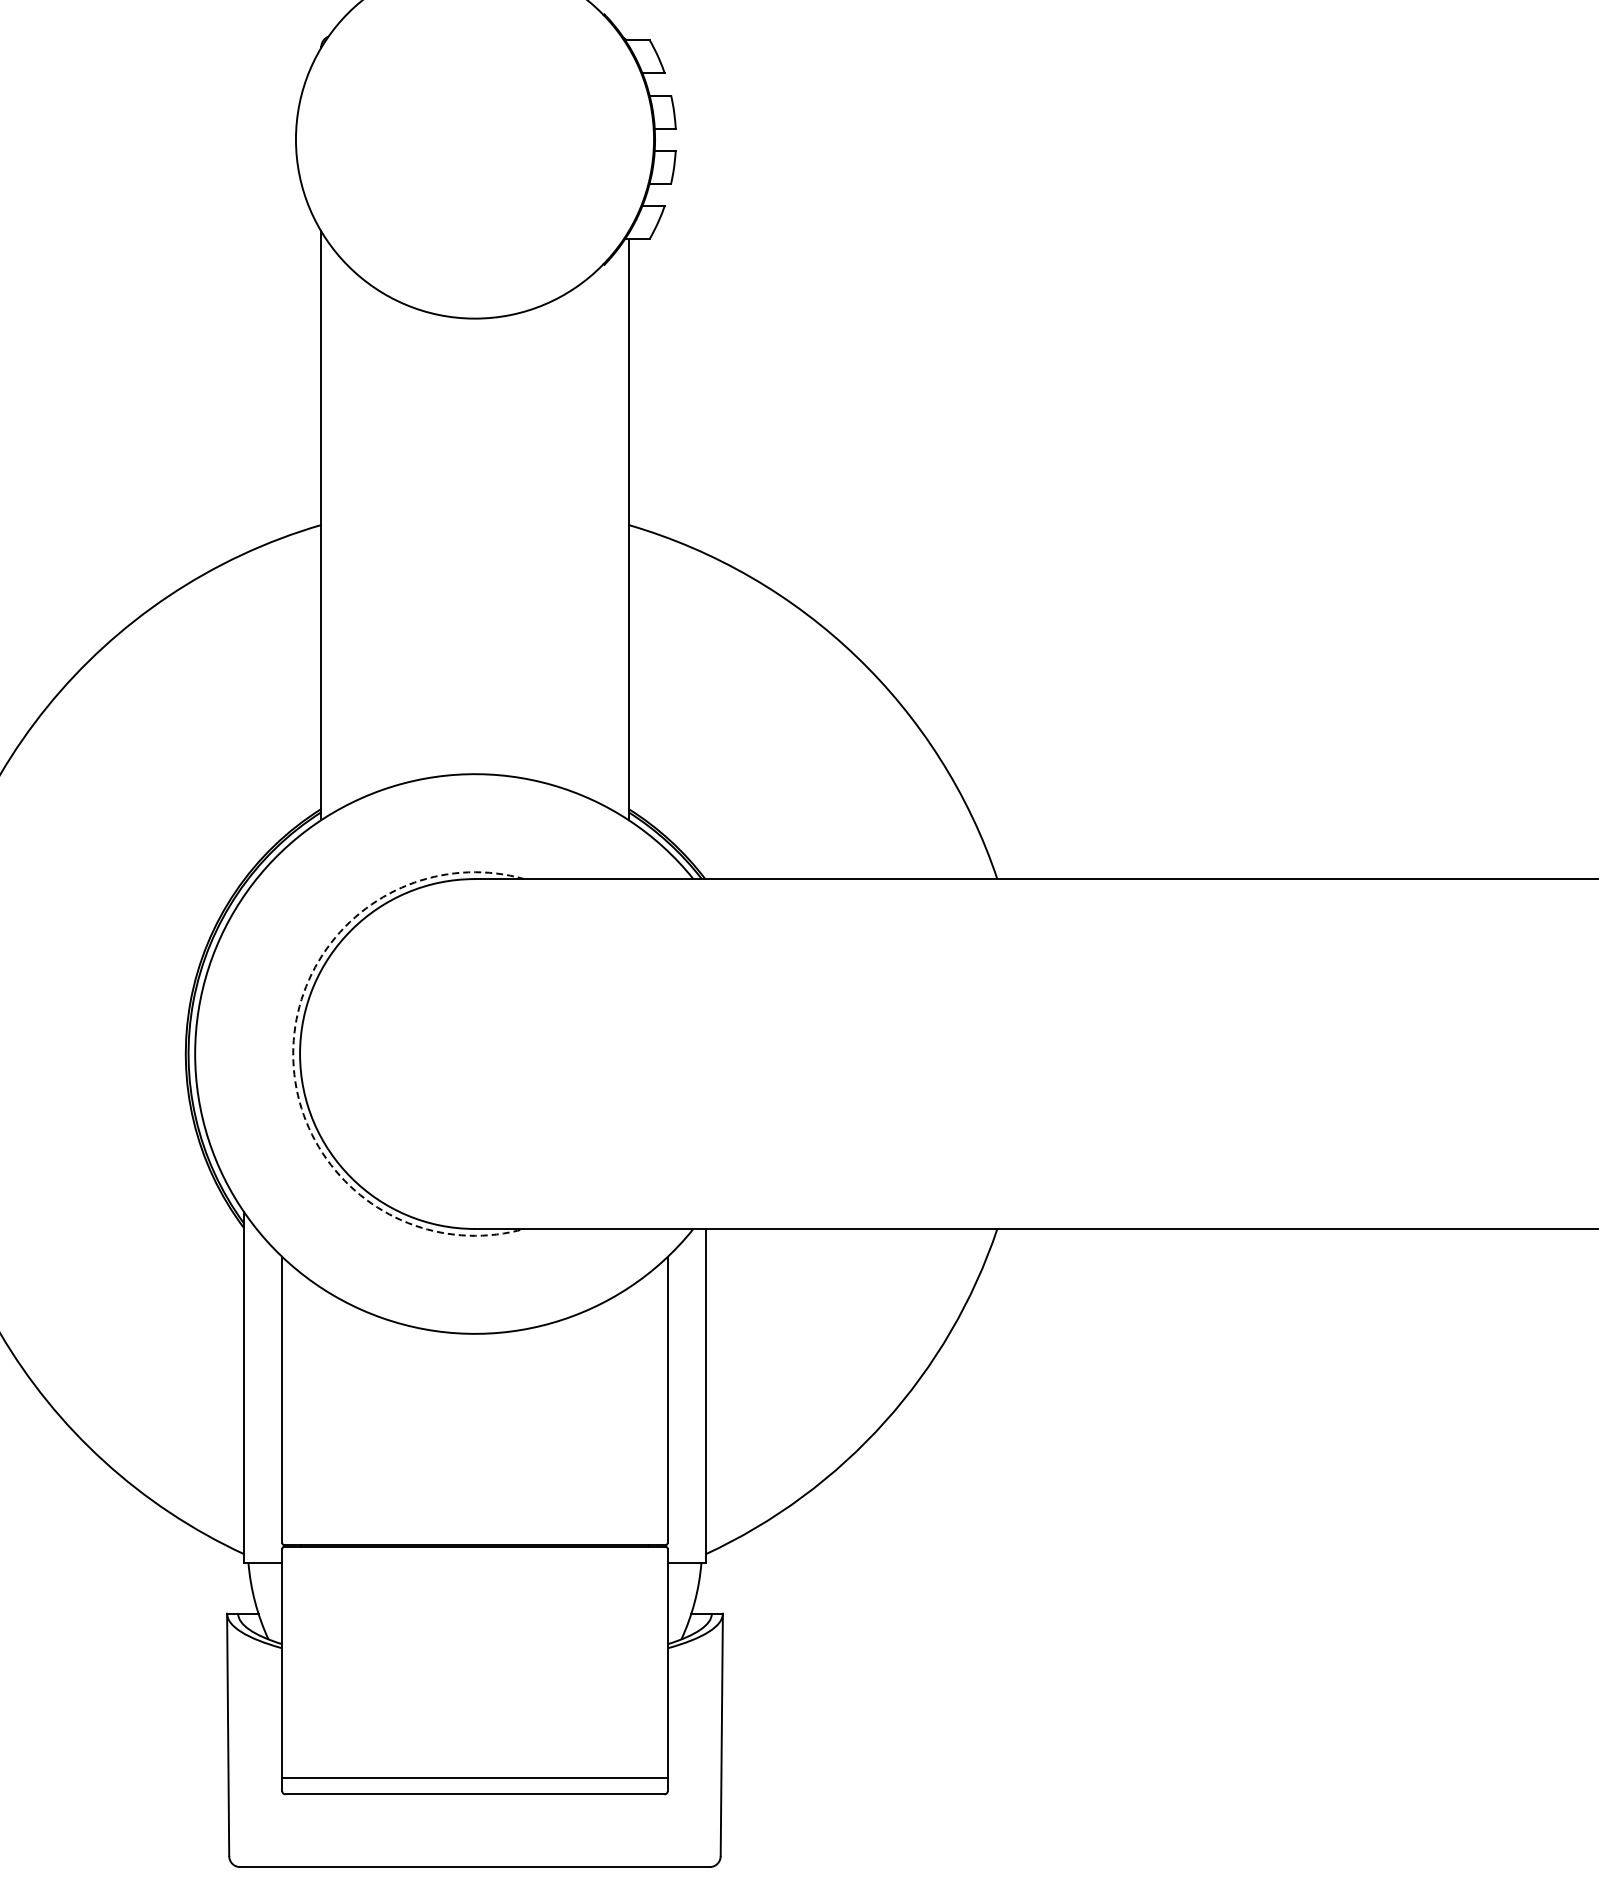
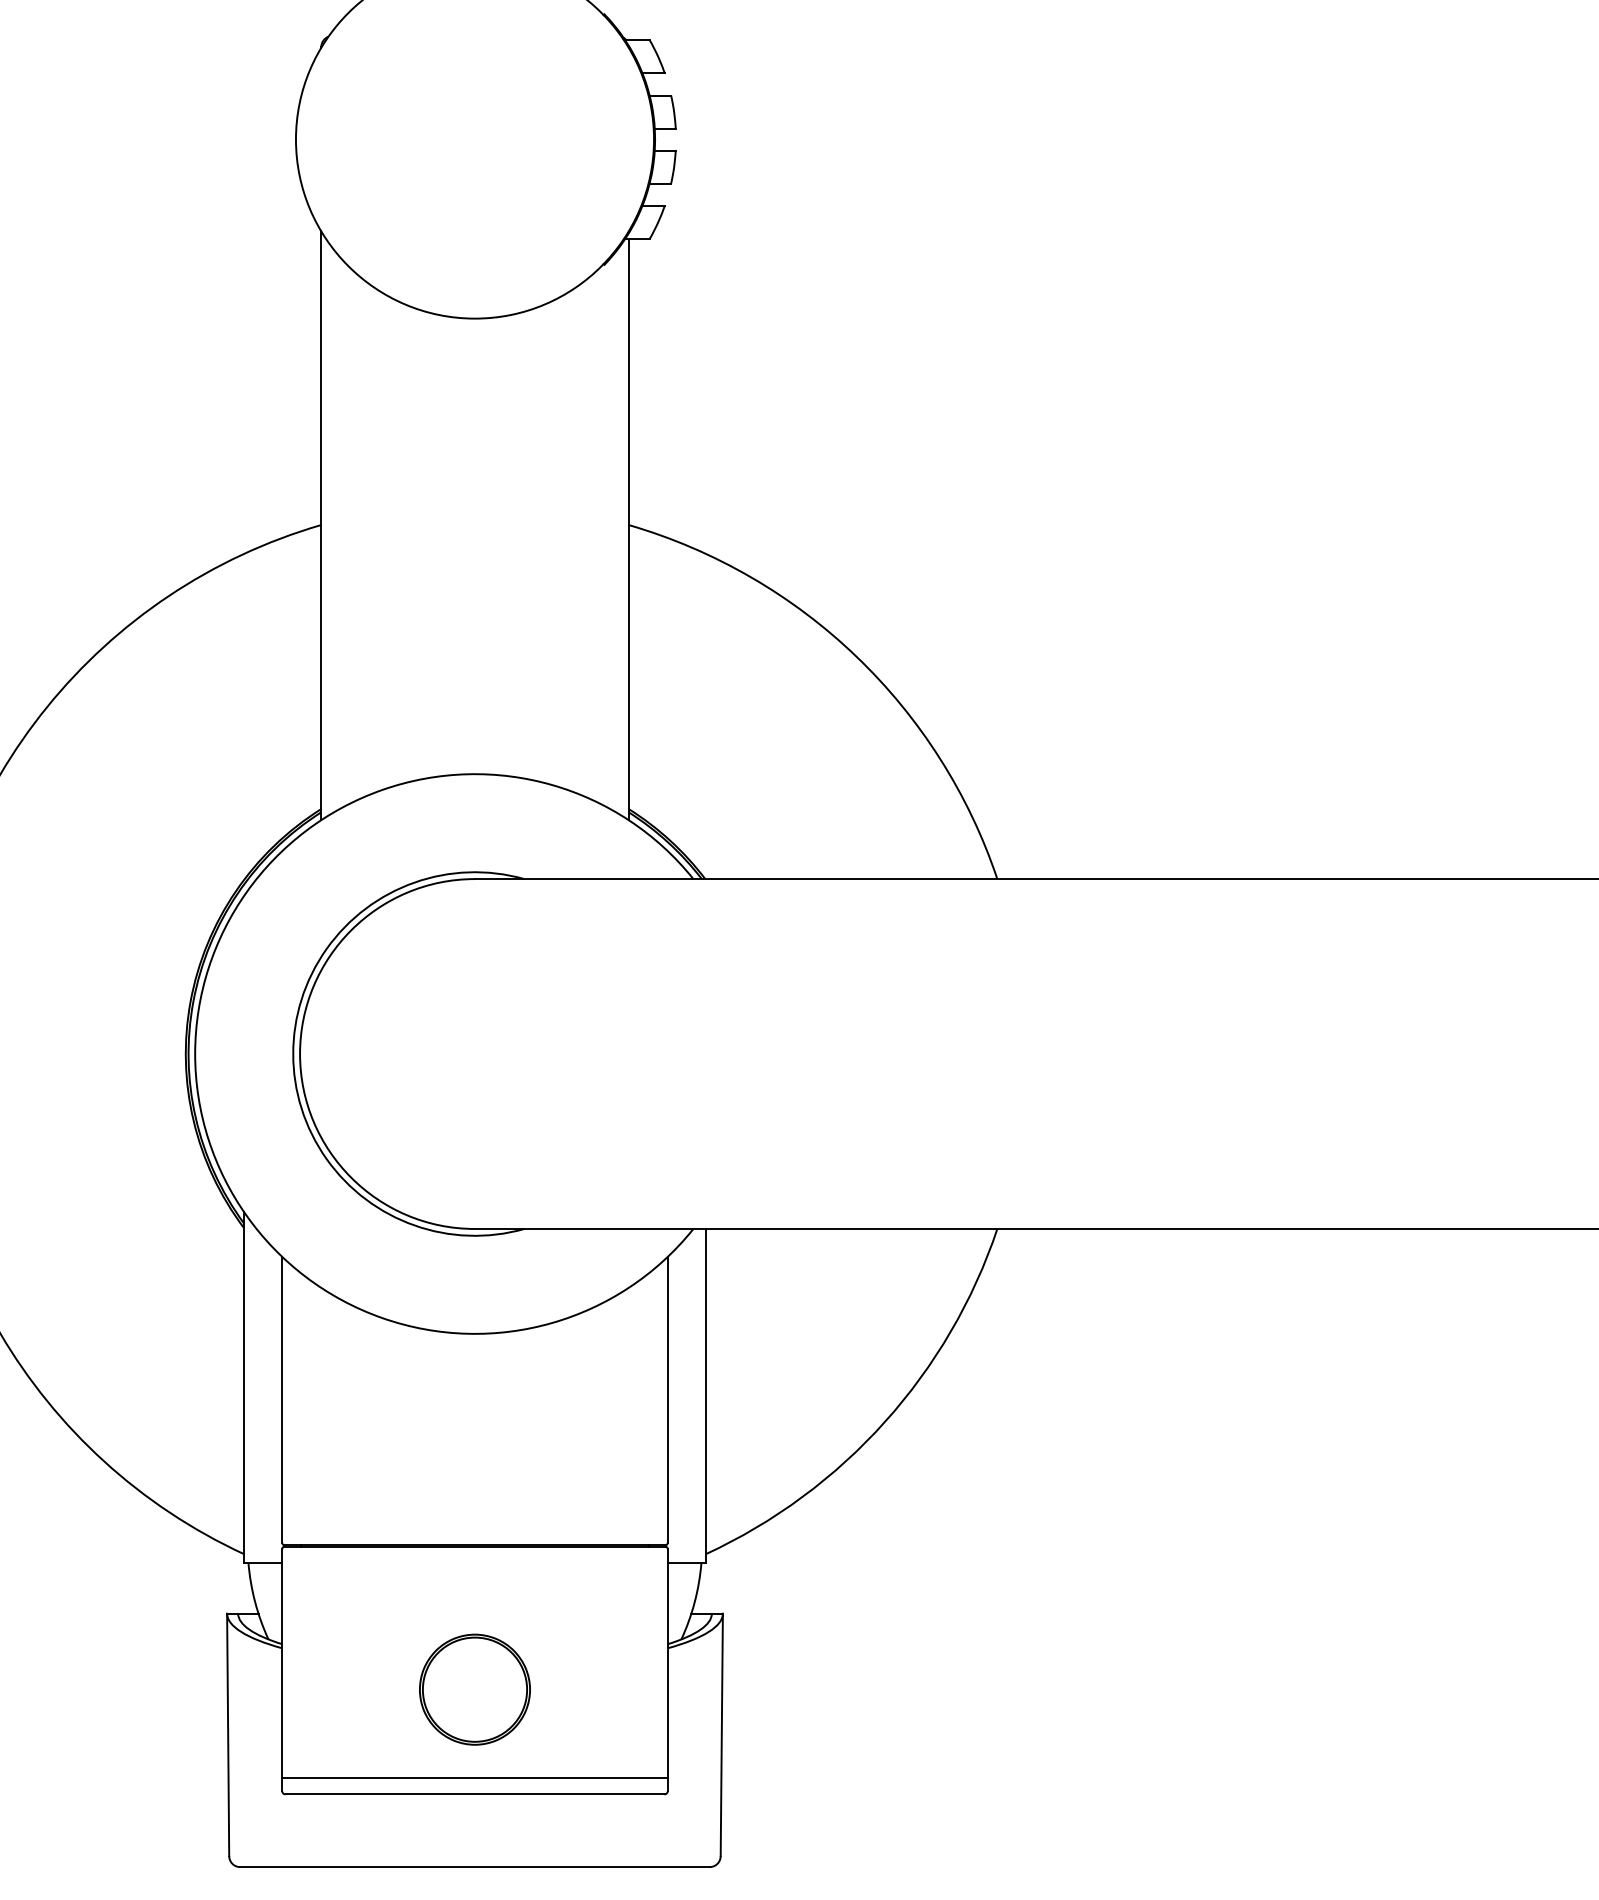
arc at (293, 1054): dashed -> solid
part at (474, 1689): none -> present
